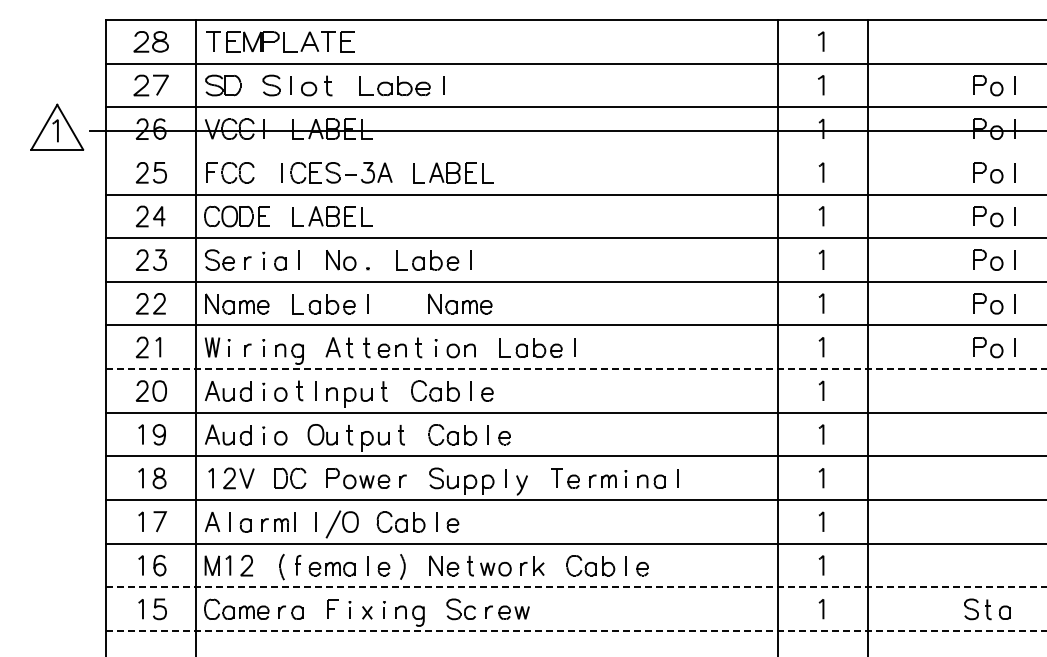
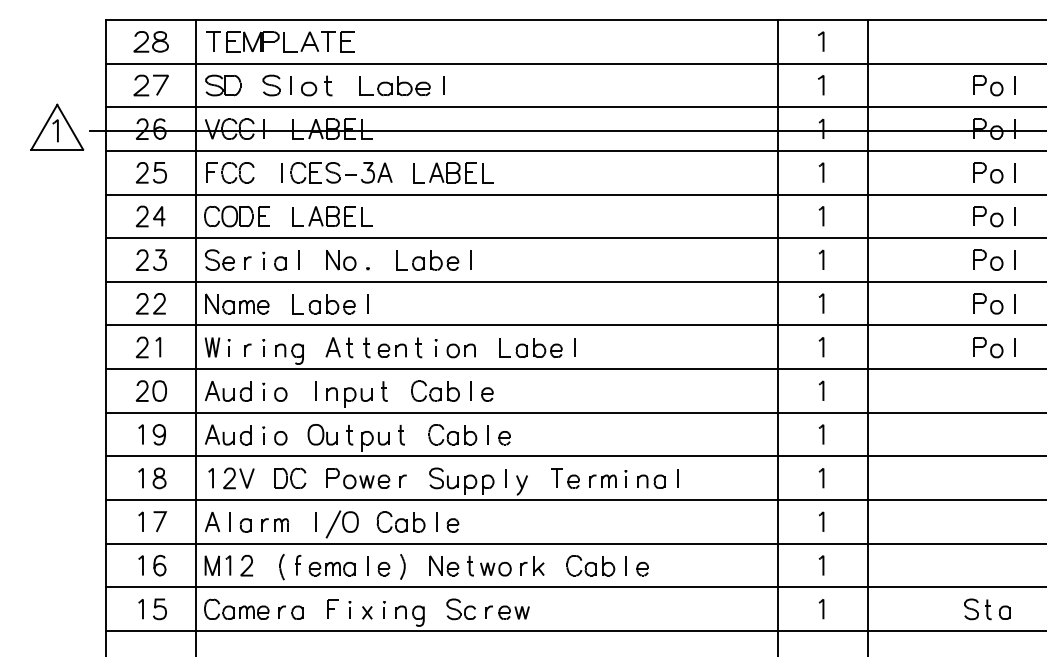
line at (574, 150): none -> present
part at (460, 303): present -> none
line at (576, 369): dashed -> solid
part at (299, 390): present -> none
line at (294, 521): present -> none
line at (576, 587): dashed -> solid
line at (576, 631): dashed -> solid
